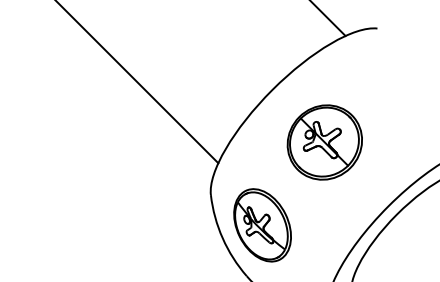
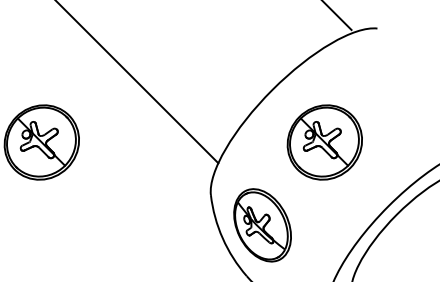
line at (328, 19) position: (328, 19) -> (337, 16)
part at (41, 142): none -> present
